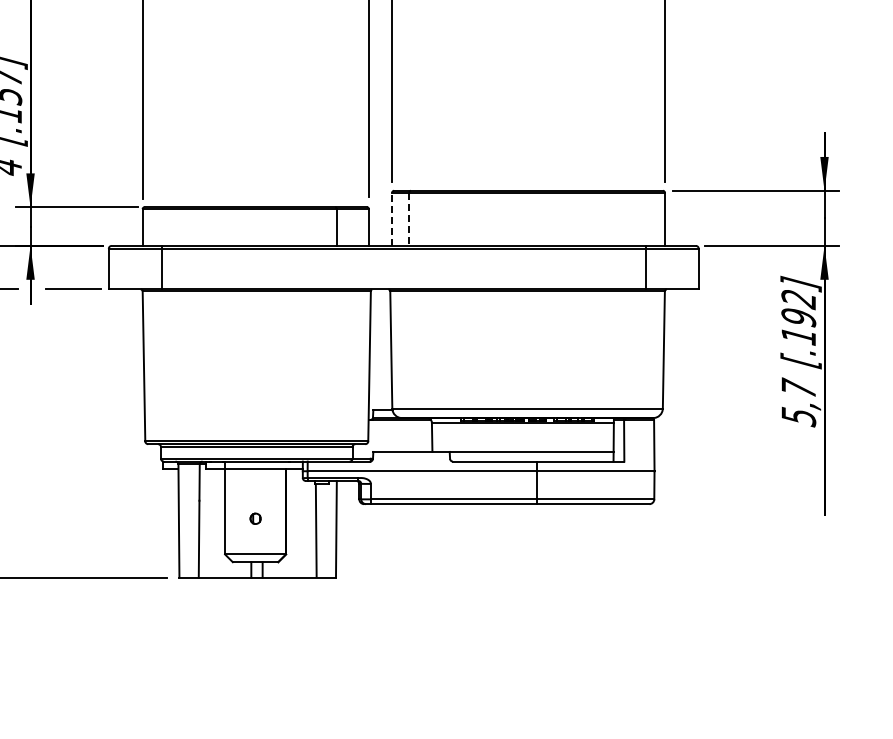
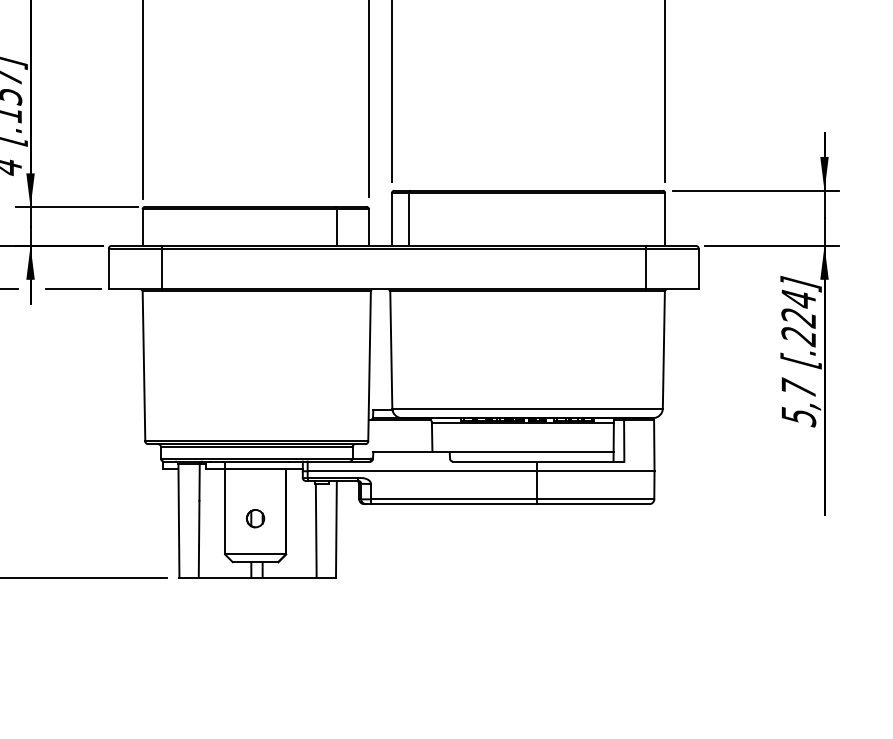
line at (392, 219): dashed -> solid
line at (409, 219): dashed -> solid
text at (798, 318): [.192] -> [.224]
part at (255, 518) size: 13x13 px -> 20x20 px
